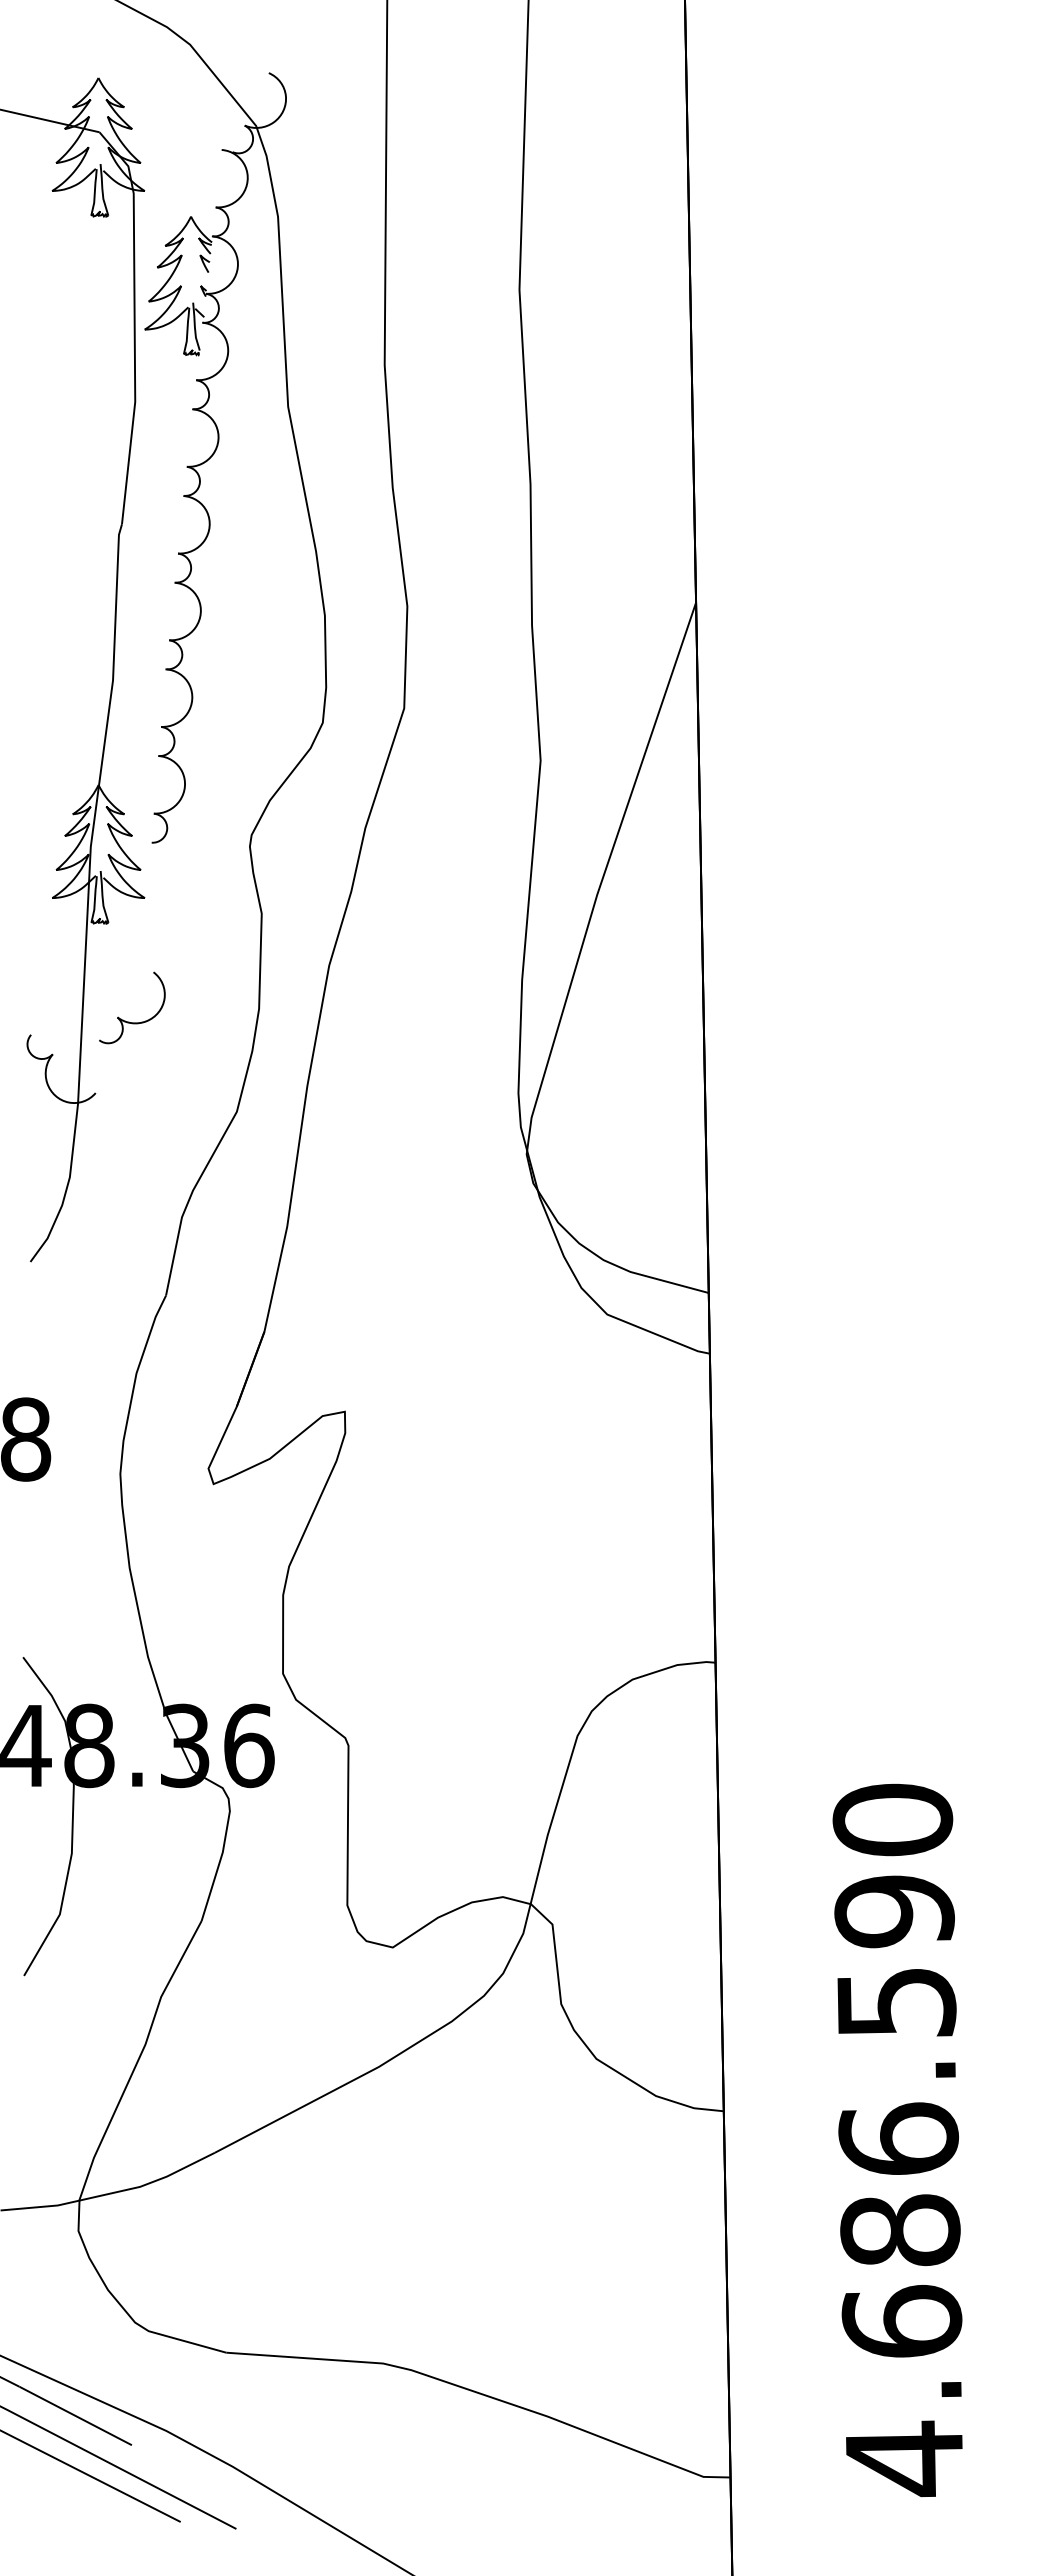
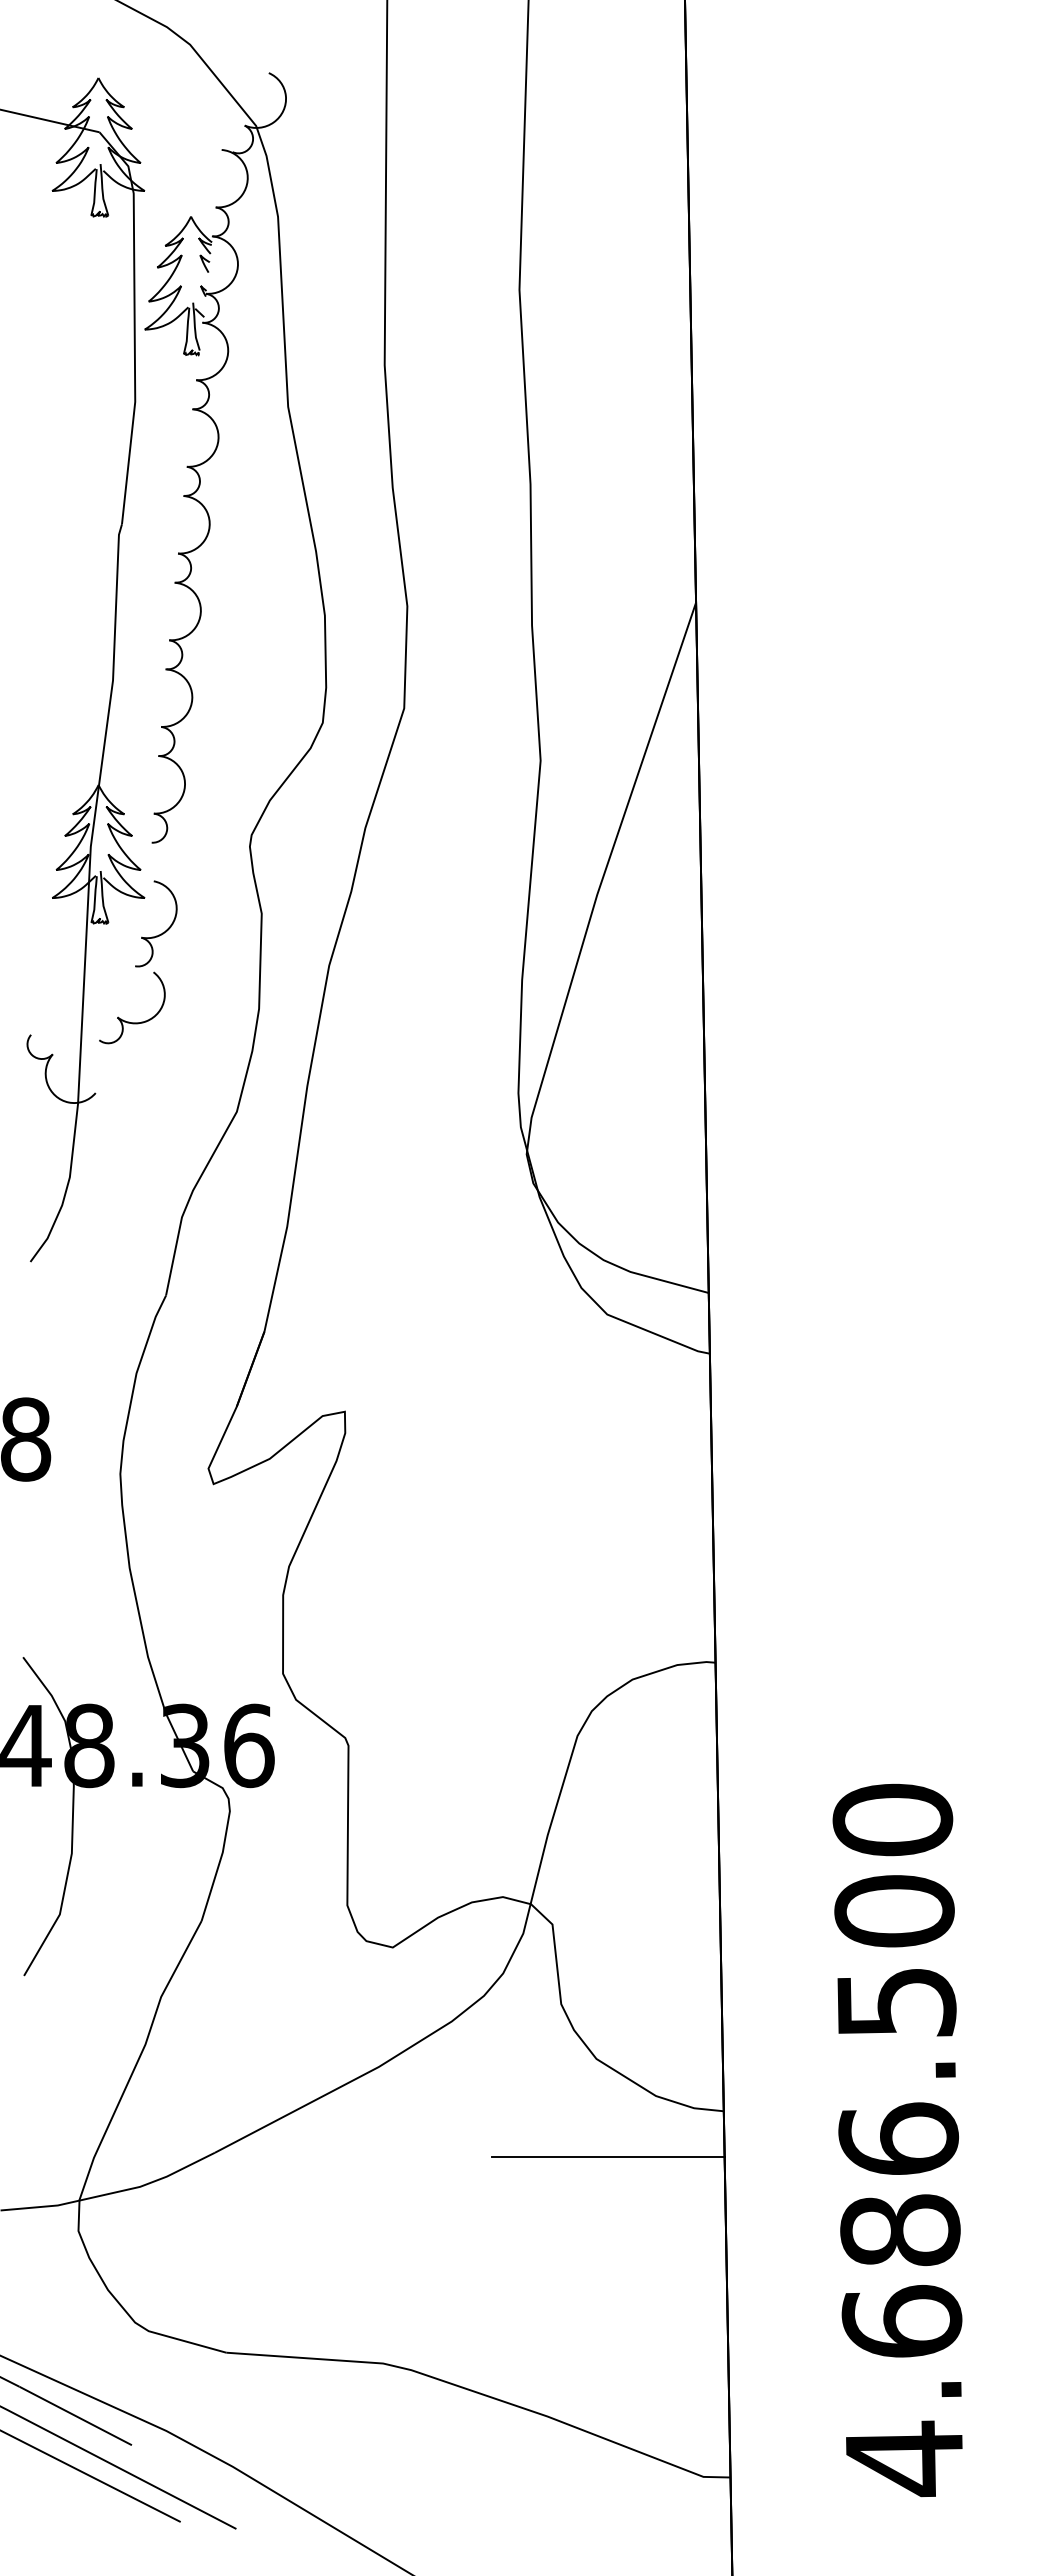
part at (160, 933): none -> present
text at (894, 1911): 4.686.590 -> 4.686.500
line at (608, 2156): none -> present
